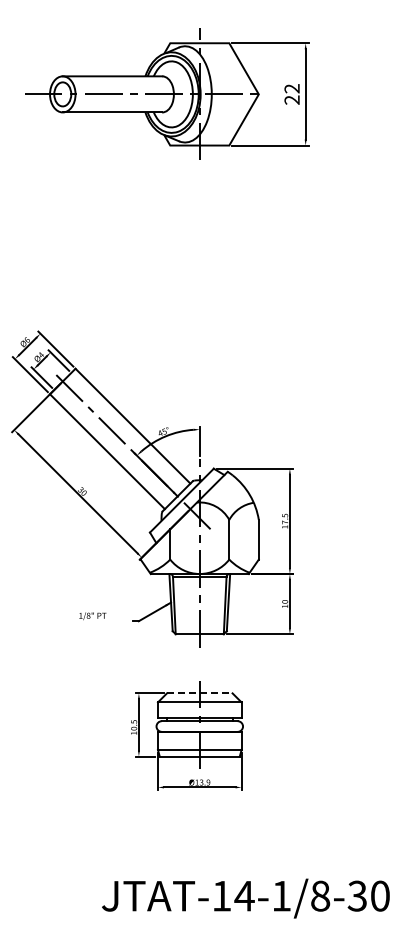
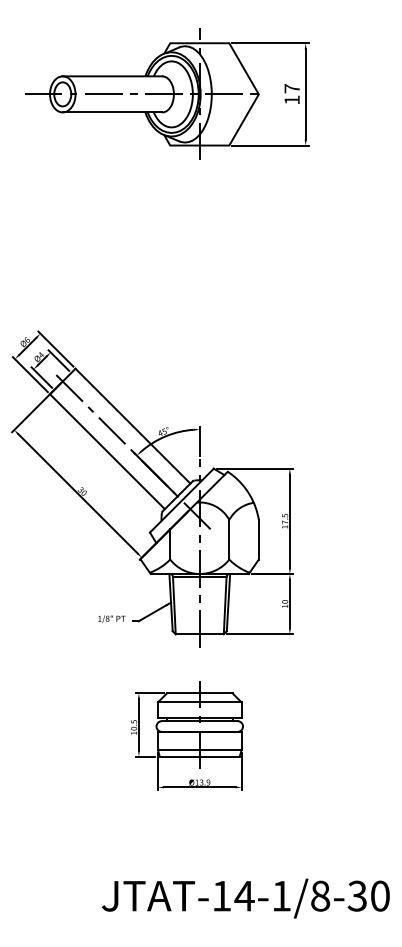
text at (291, 94): 22 -> 17
text at (92, 616) position: (92, 616) -> (111, 619)
line at (199, 693): dashed -> solid
